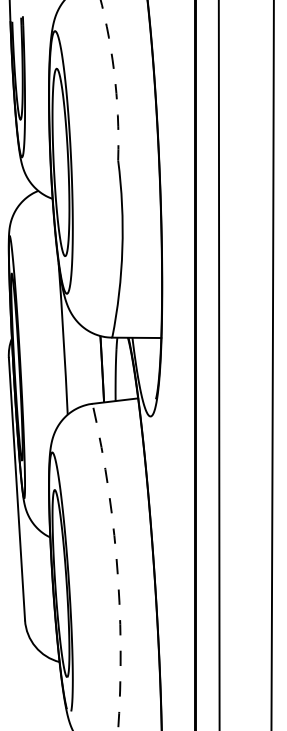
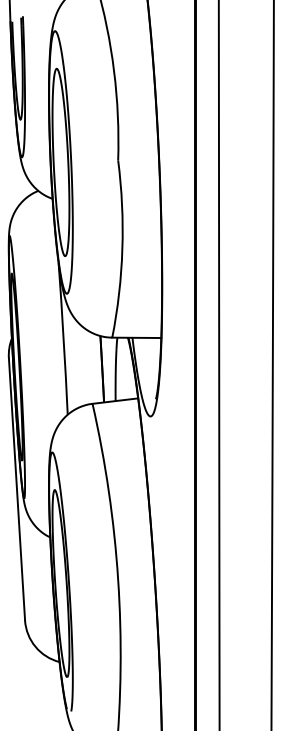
arc at (114, 78): dashed -> solid
arc at (117, 566): dashed -> solid
